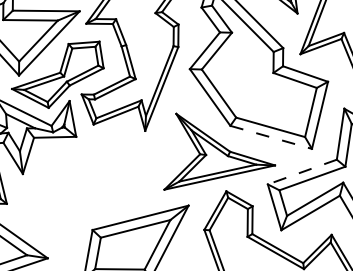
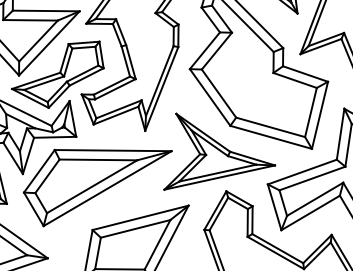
line at (271, 137): dashed -> solid
line at (302, 172): dashed -> solid
part at (97, 187): none -> present
